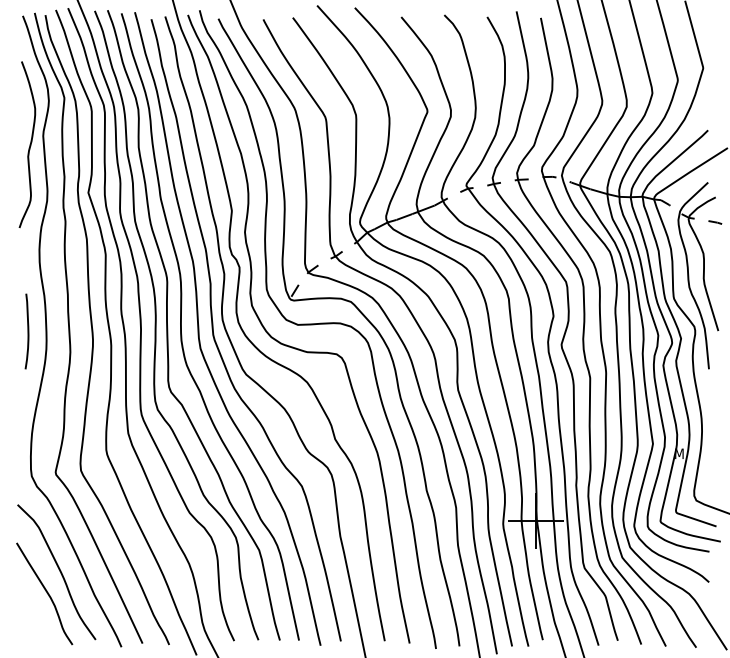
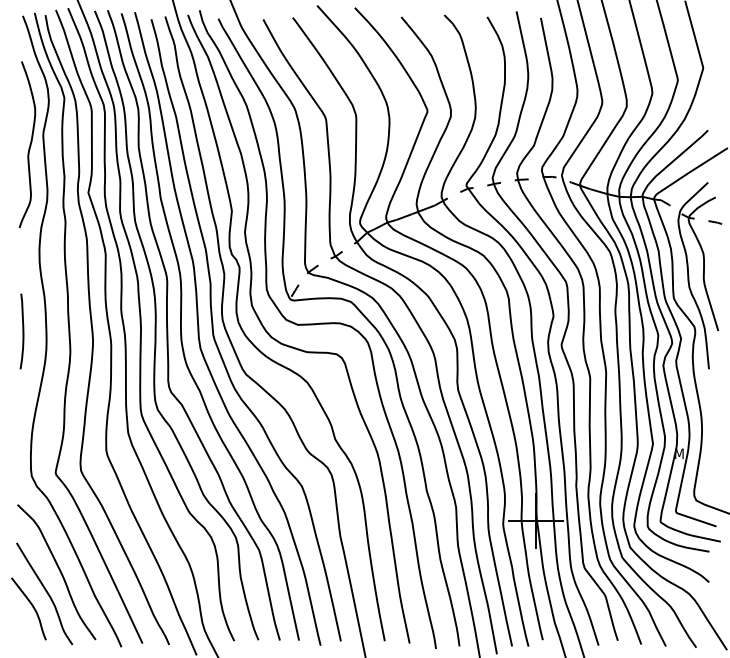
curve at (27, 331) position: (27, 331) -> (22, 331)
curve at (32, 607): none -> present
